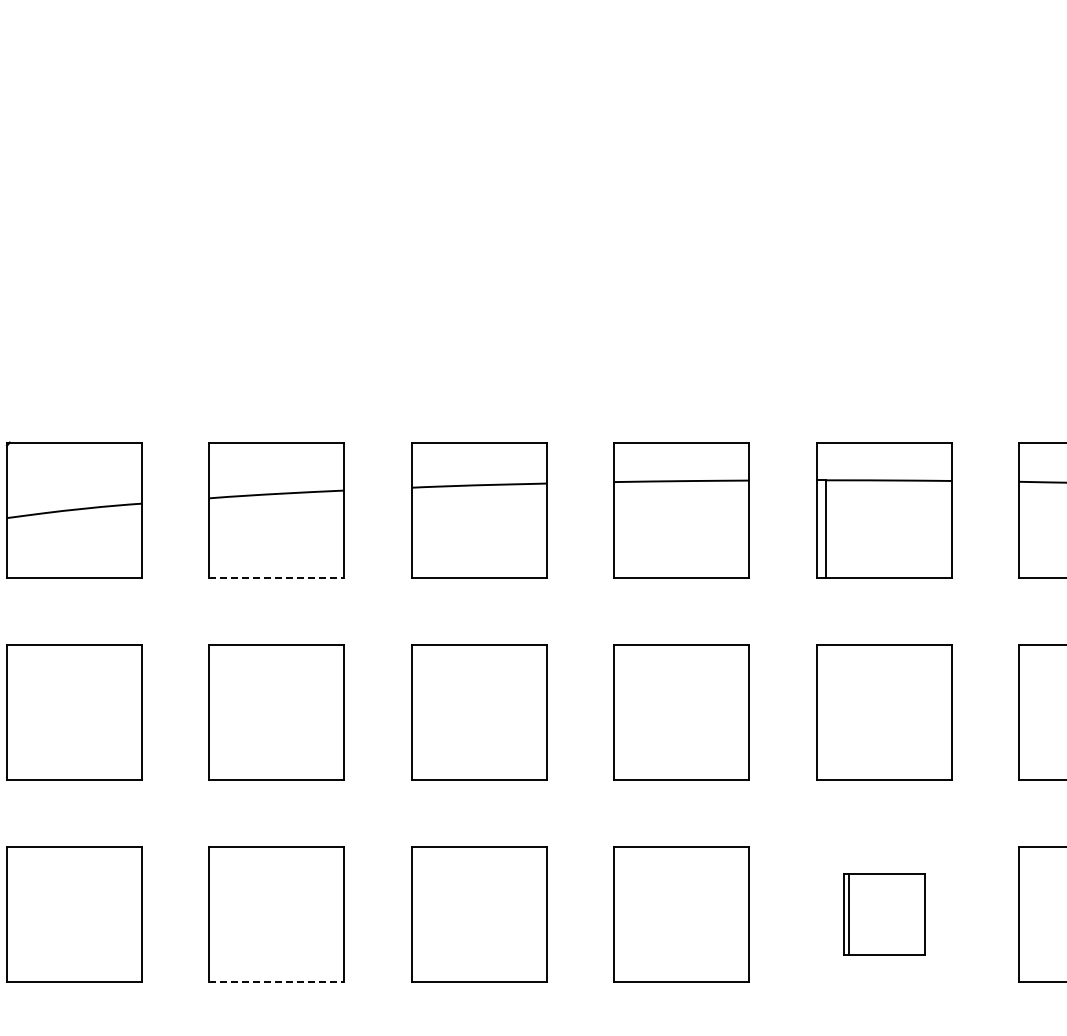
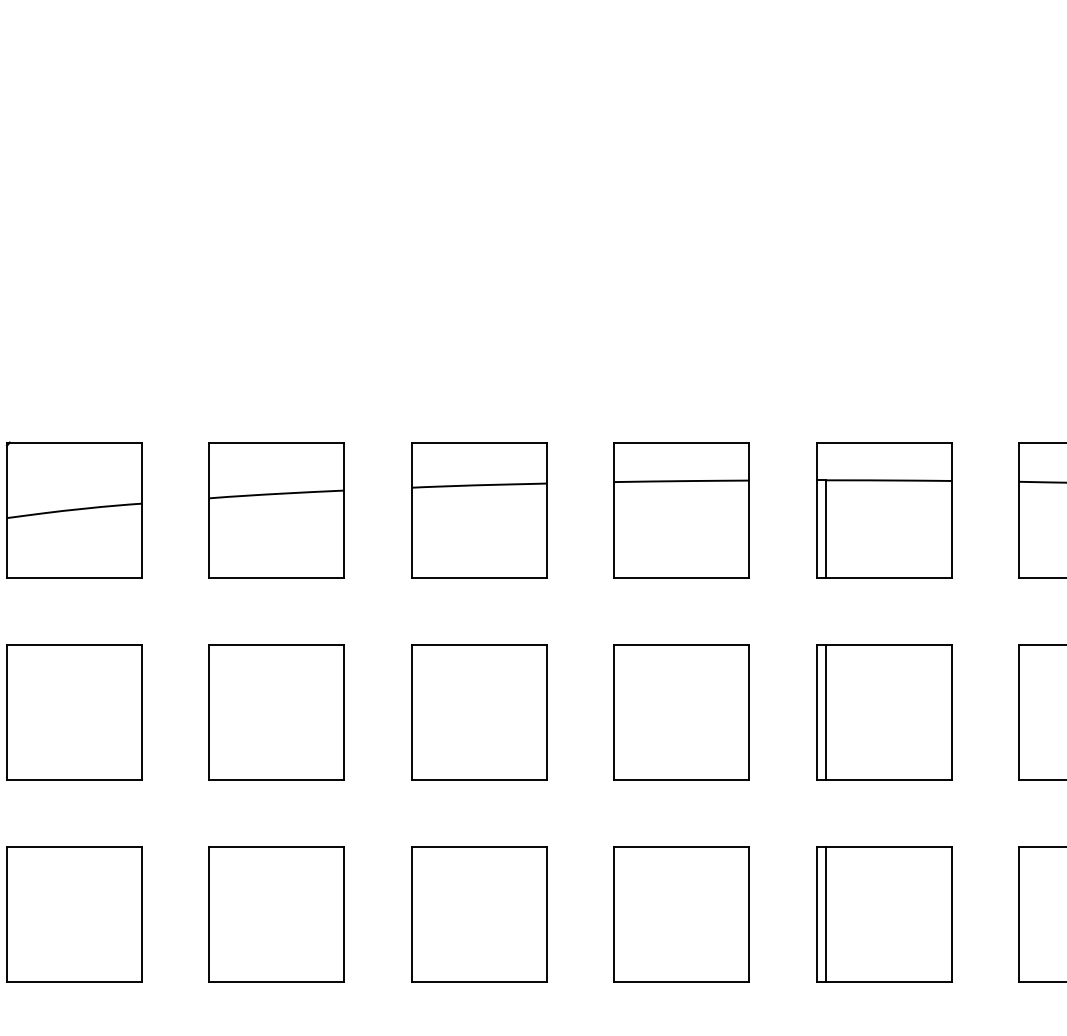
line at (277, 577): dashed -> solid
line at (825, 711): none -> present
part at (884, 914) size: 83x83 px -> 137x137 px
line at (277, 982): dashed -> solid
